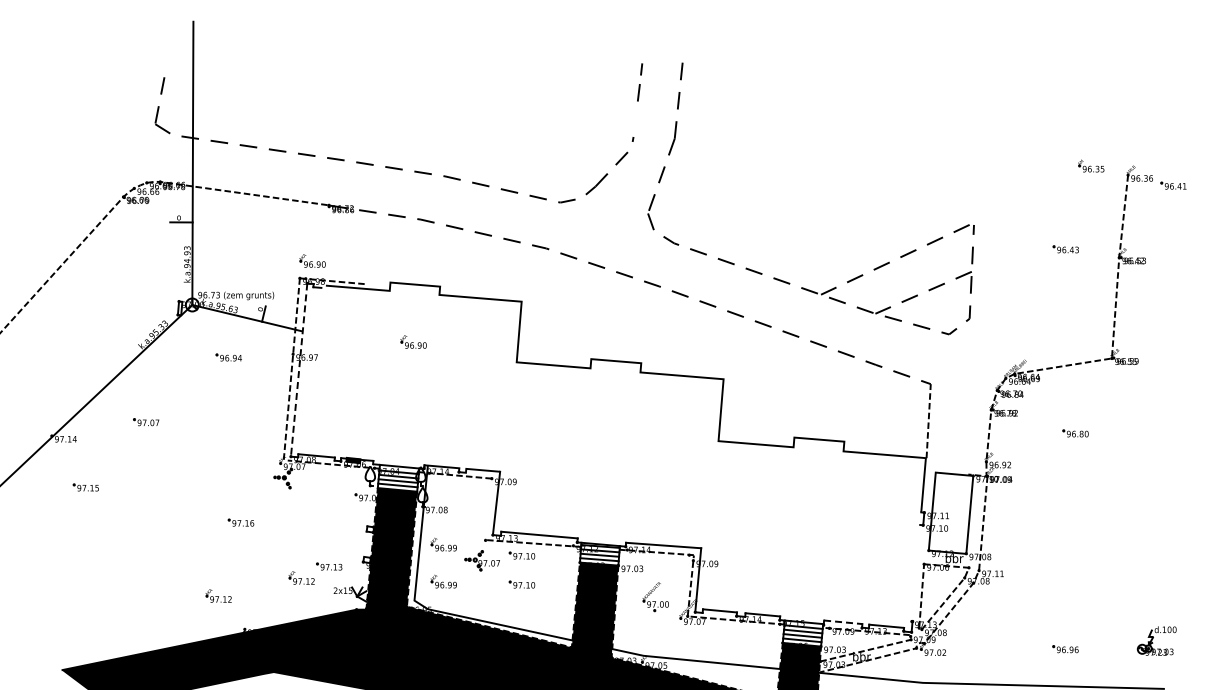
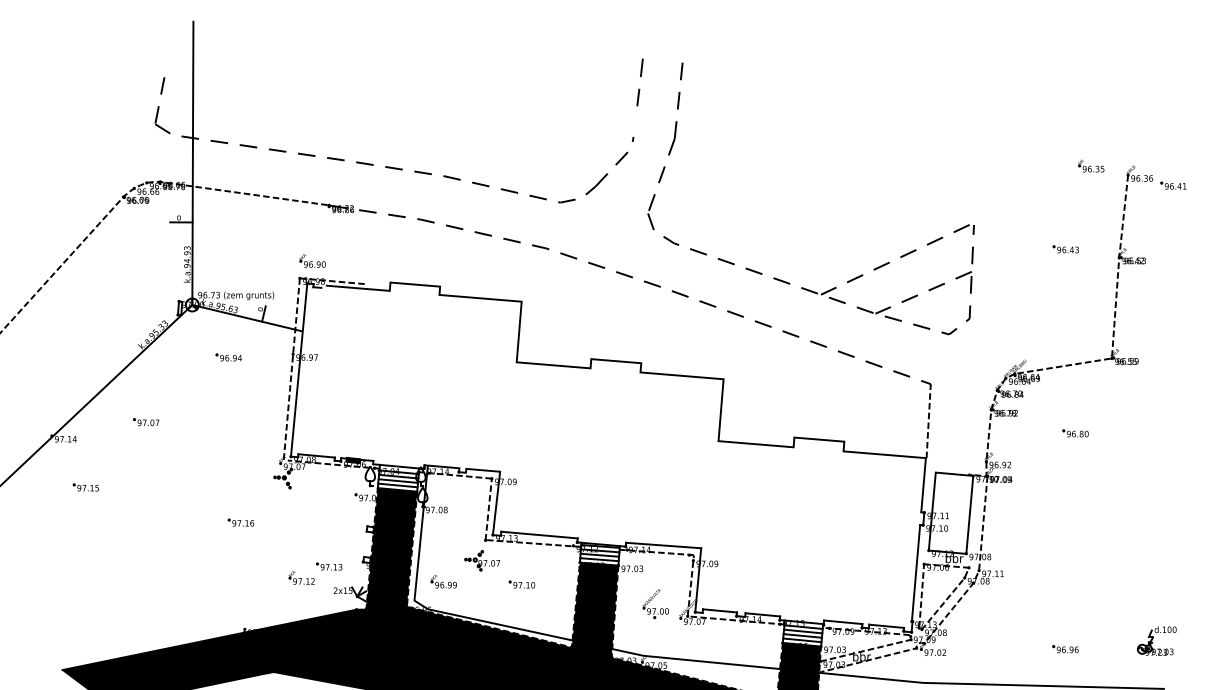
part at (640, 82) size: 7x39 px -> 8x49 px
part at (413, 341): present -> none
line at (299, 370): dashed -> solid
line at (488, 509): none -> present
part at (443, 544): present -> none
part at (521, 555): present -> none
line at (915, 573): none -> present
part at (218, 595): present -> none
part at (655, 597) position: (655, 597) -> (655, 604)
line at (843, 622): dashed -> solid
